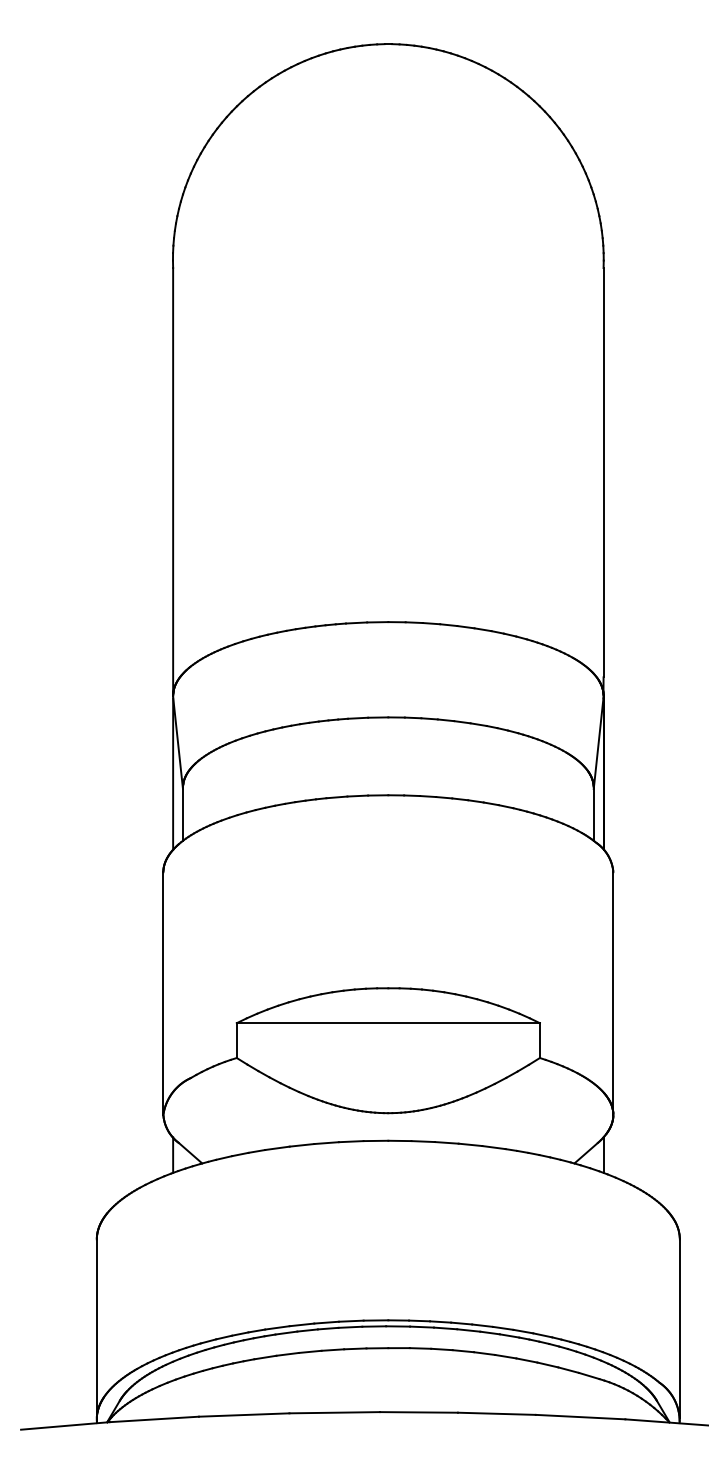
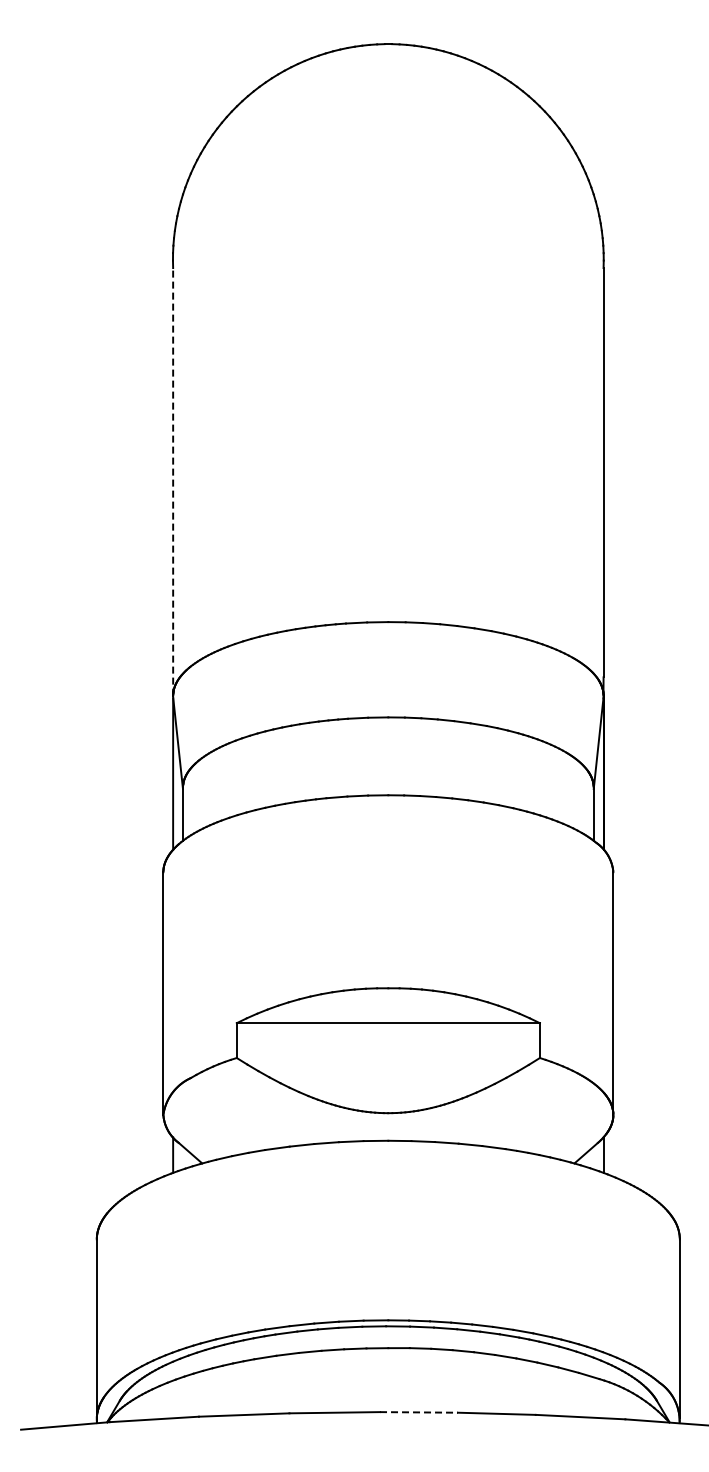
line at (173, 481): solid -> dashed
line at (418, 1412): solid -> dashed
